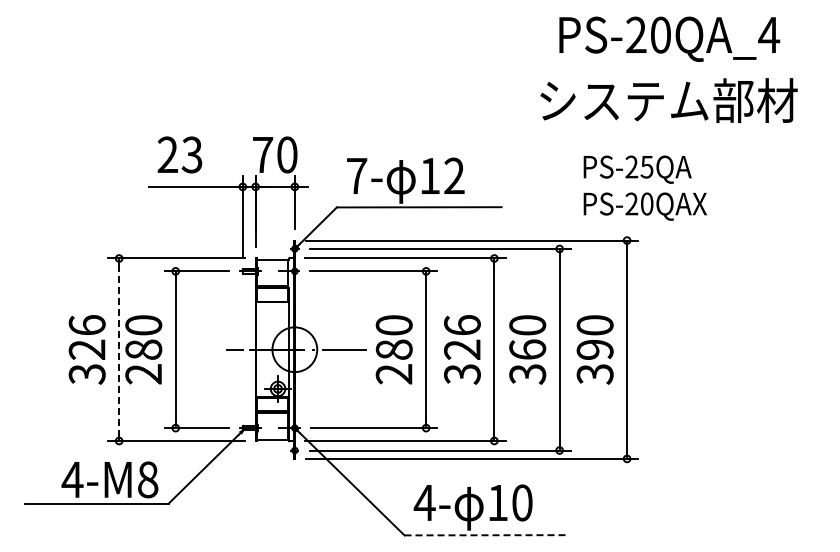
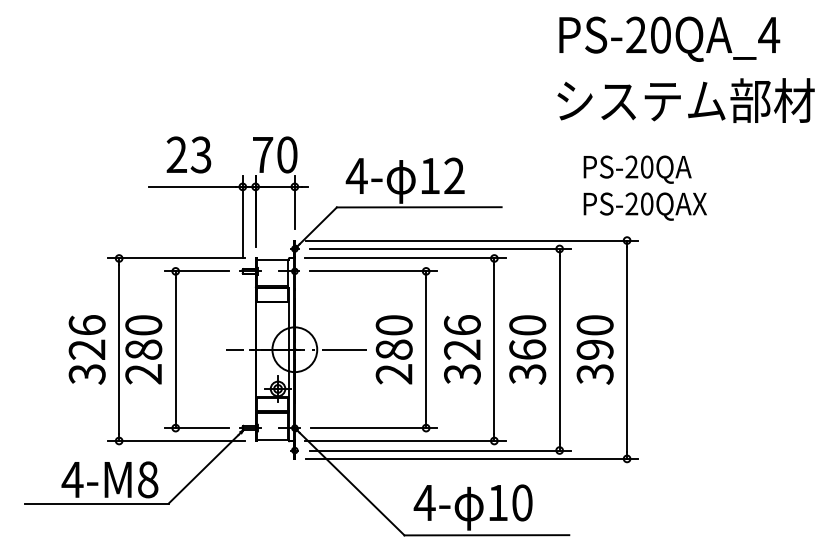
text at (668, 100) position: (668, 100) -> (685, 100)
text at (179, 154) position: (179, 154) -> (188, 154)
text at (646, 166): PS-25QA -> PS-20QA
text at (356, 175): 7- -> 4-
line at (119, 349): dashed -> solid
line at (487, 535): dashed -> solid
